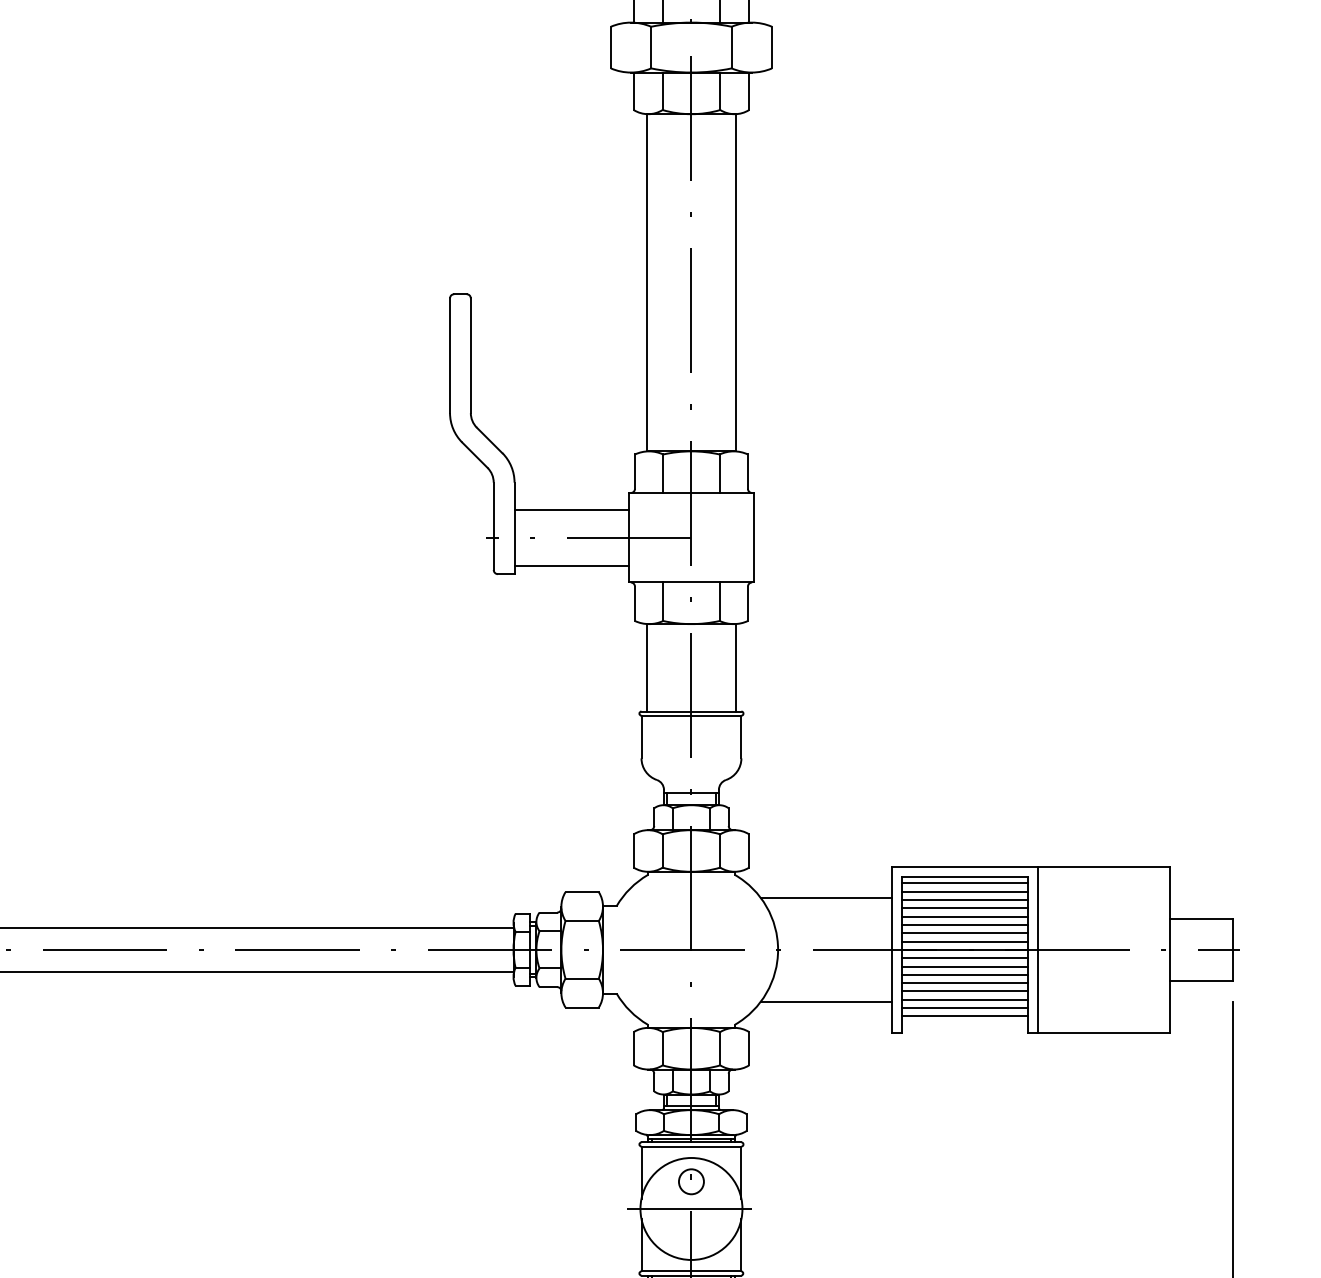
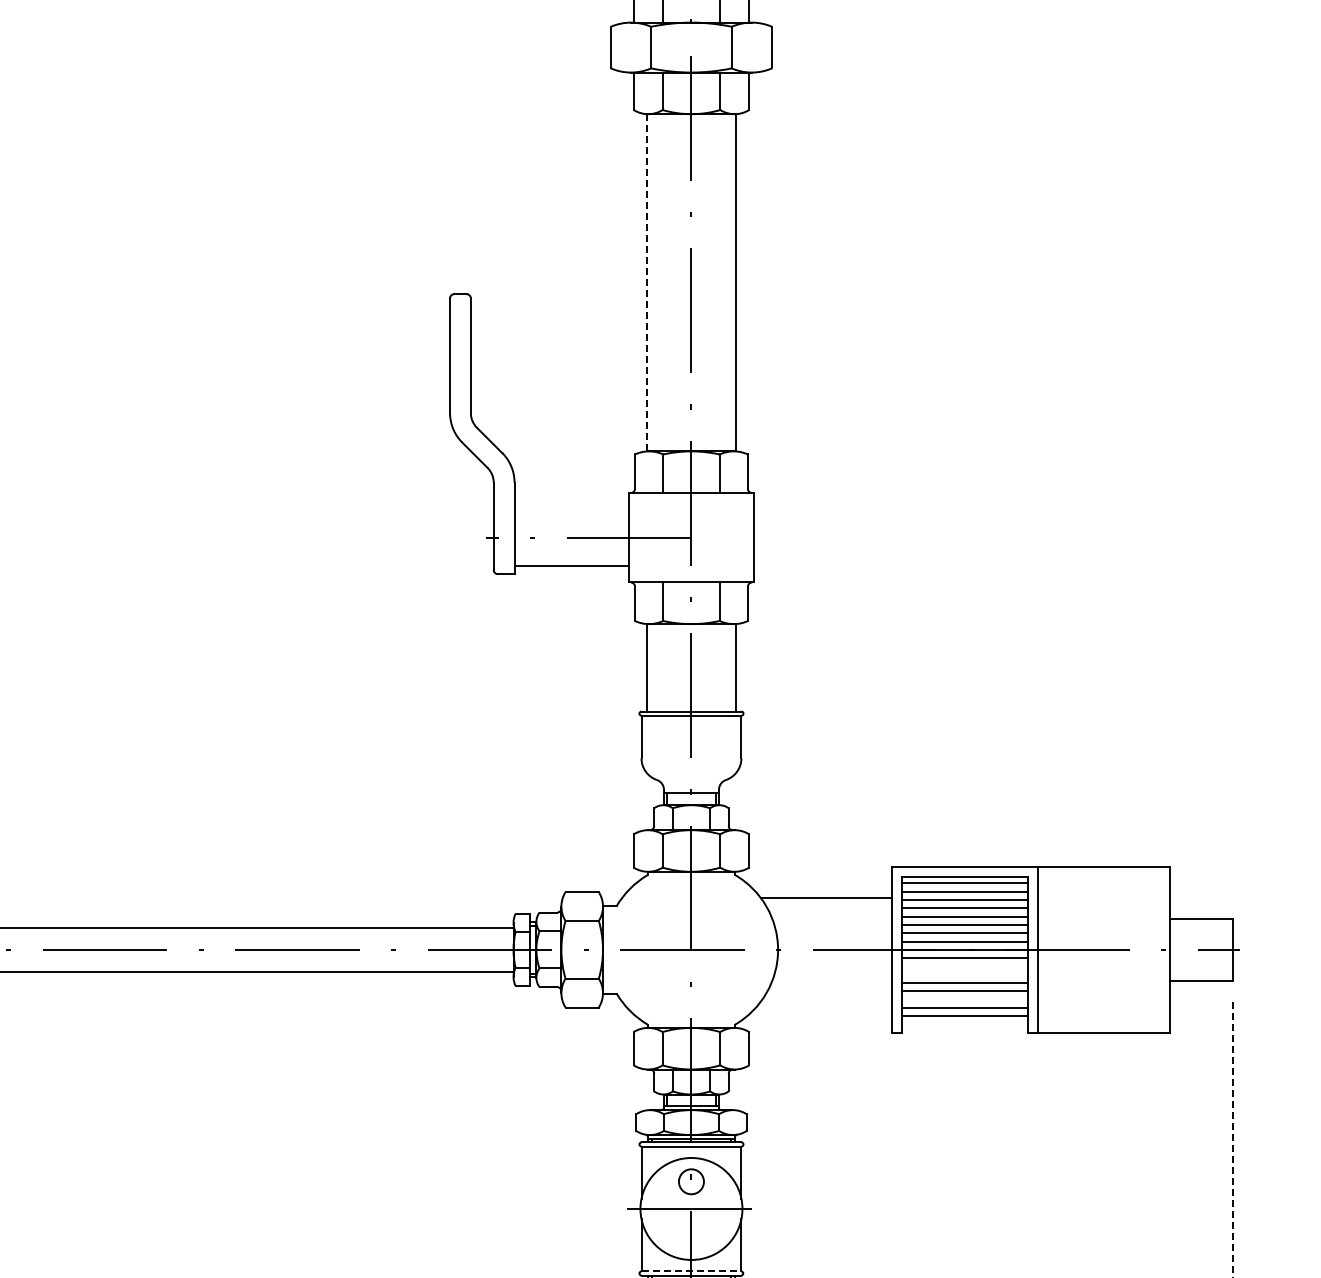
line at (647, 282): solid -> dashed
line at (571, 509): present -> none
line at (964, 966): present -> none
line at (964, 974): present -> none
line at (964, 999): present -> none
line at (826, 1001): present -> none
line at (1232, 1139): solid -> dashed
line at (691, 1271): solid -> dashed
